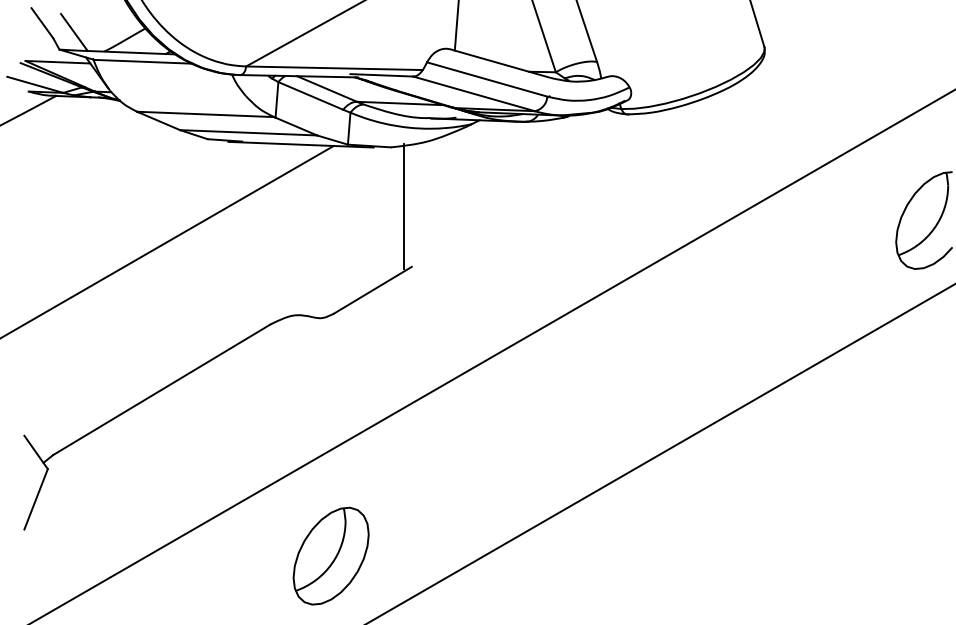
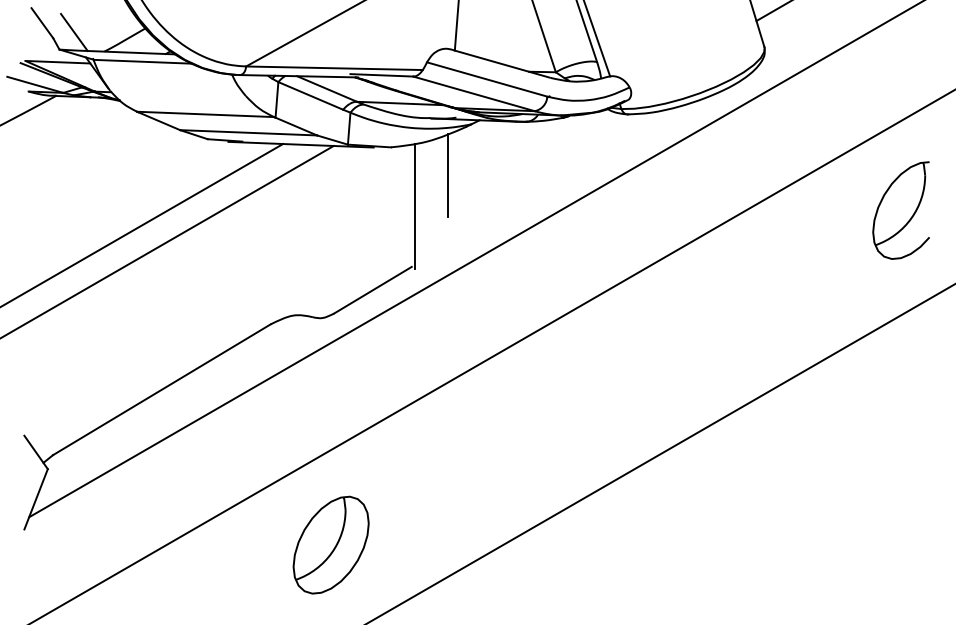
line at (772, 11): none -> present
line at (597, 39): none -> present
line at (448, 175): none -> present
line at (403, 205) position: (403, 205) -> (414, 205)
part at (923, 220) position: (923, 220) -> (900, 210)
line at (142, 225): none -> present
line at (474, 259): none -> present
part at (330, 555) position: (330, 555) -> (330, 544)
